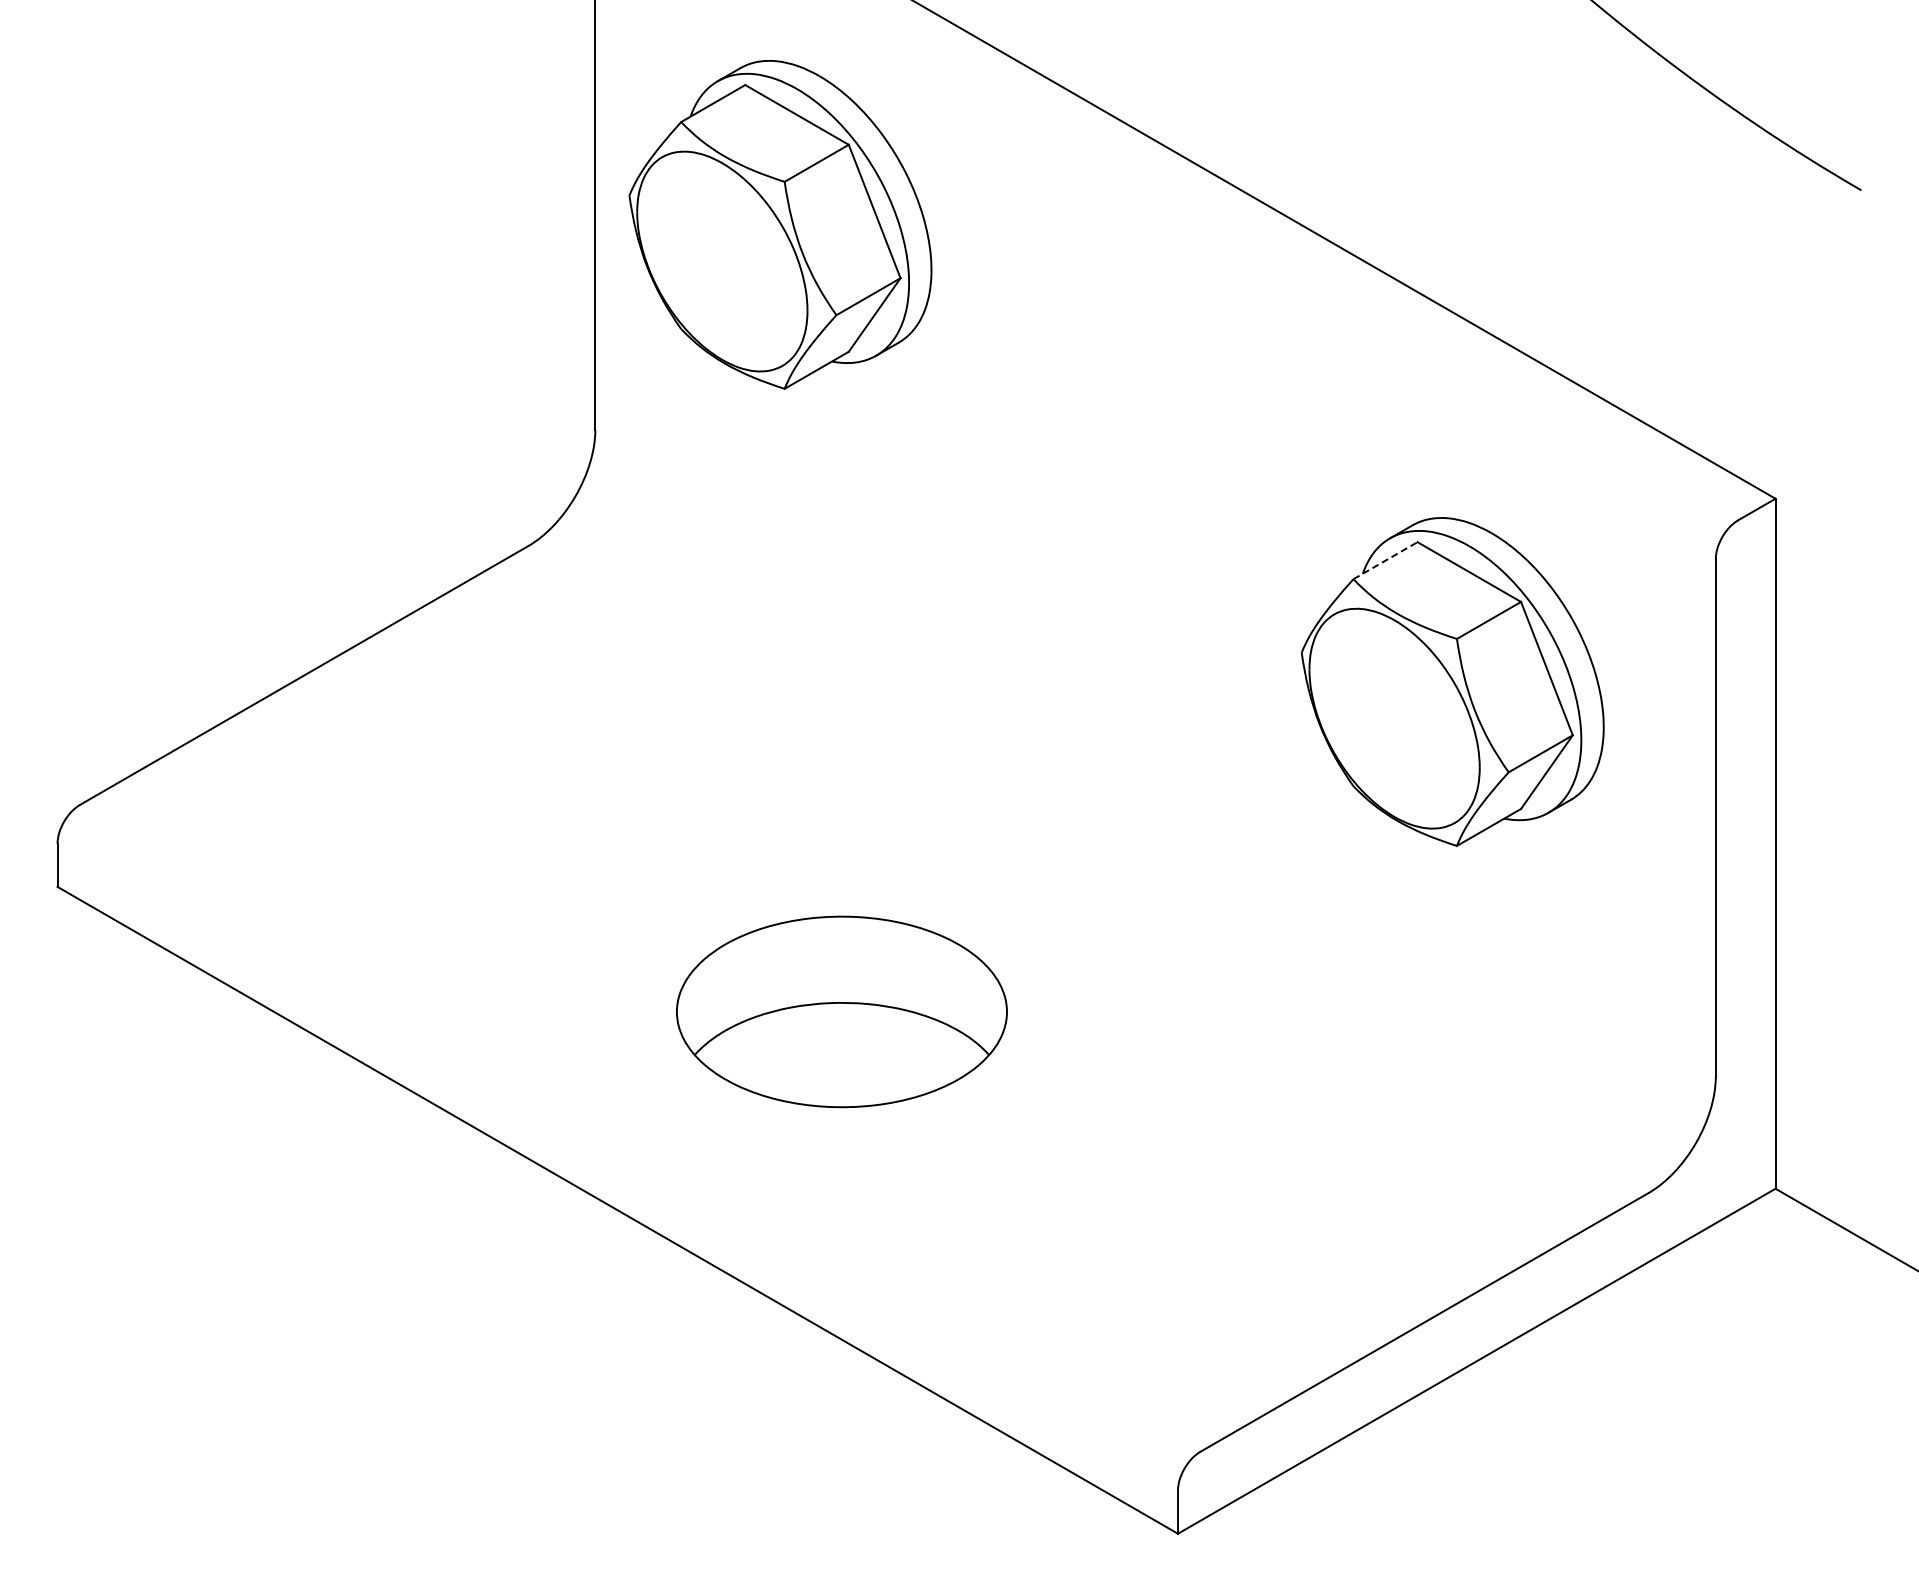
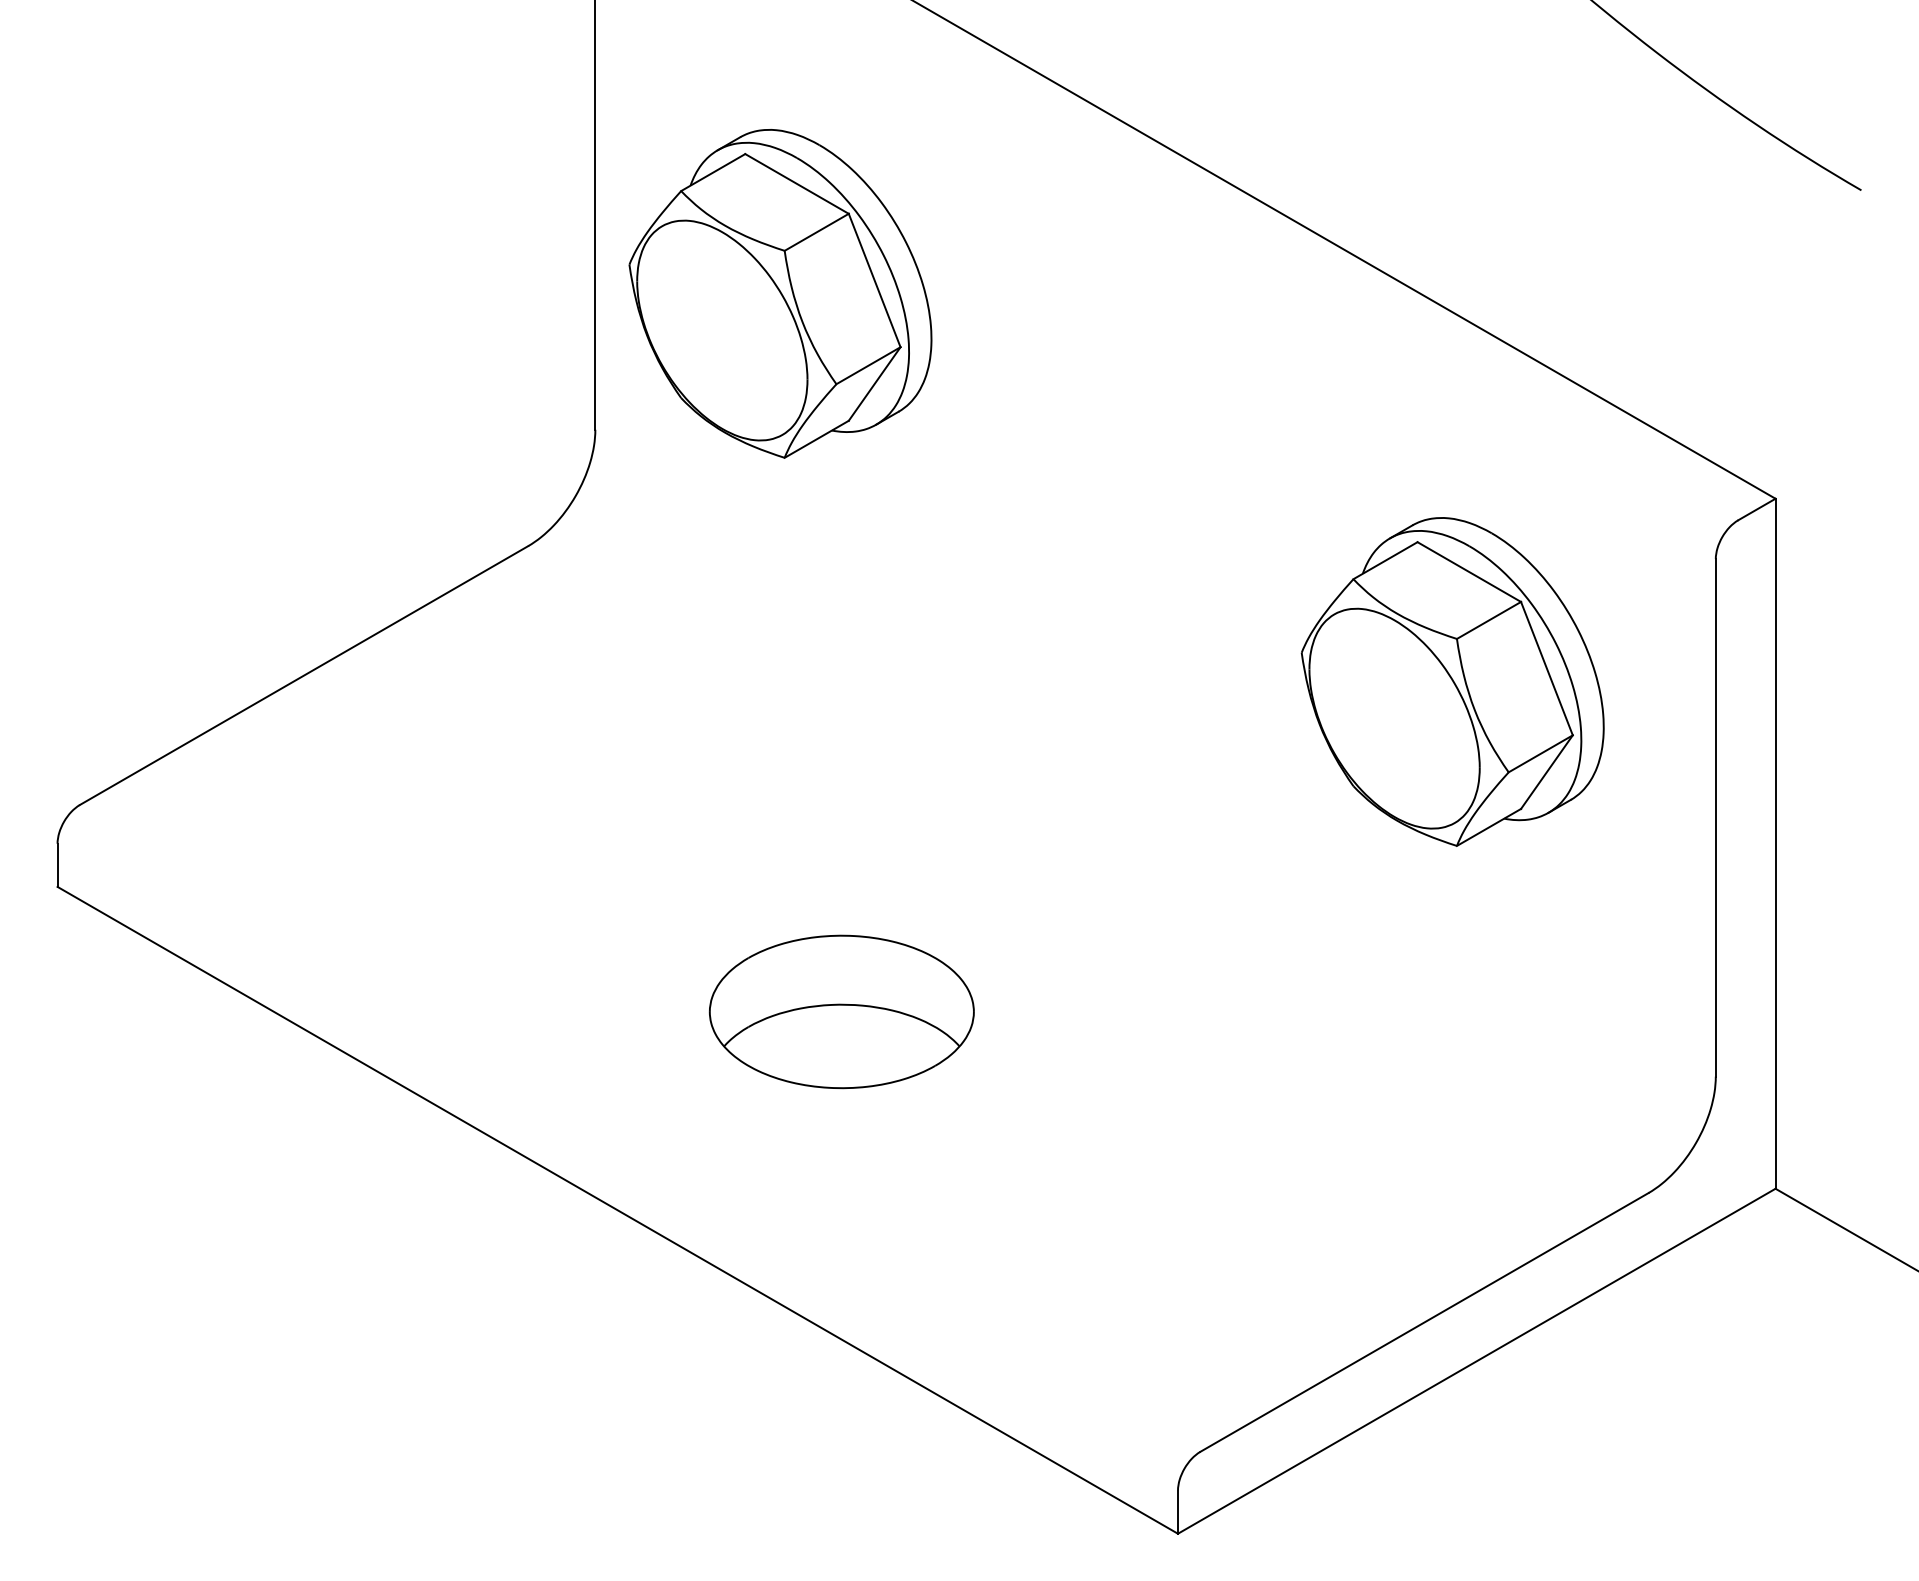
part at (780, 224) position: (780, 224) -> (780, 293)
line at (1385, 560): dashed -> solid
part at (841, 1011) size: 332x194 px -> 267x156 px
